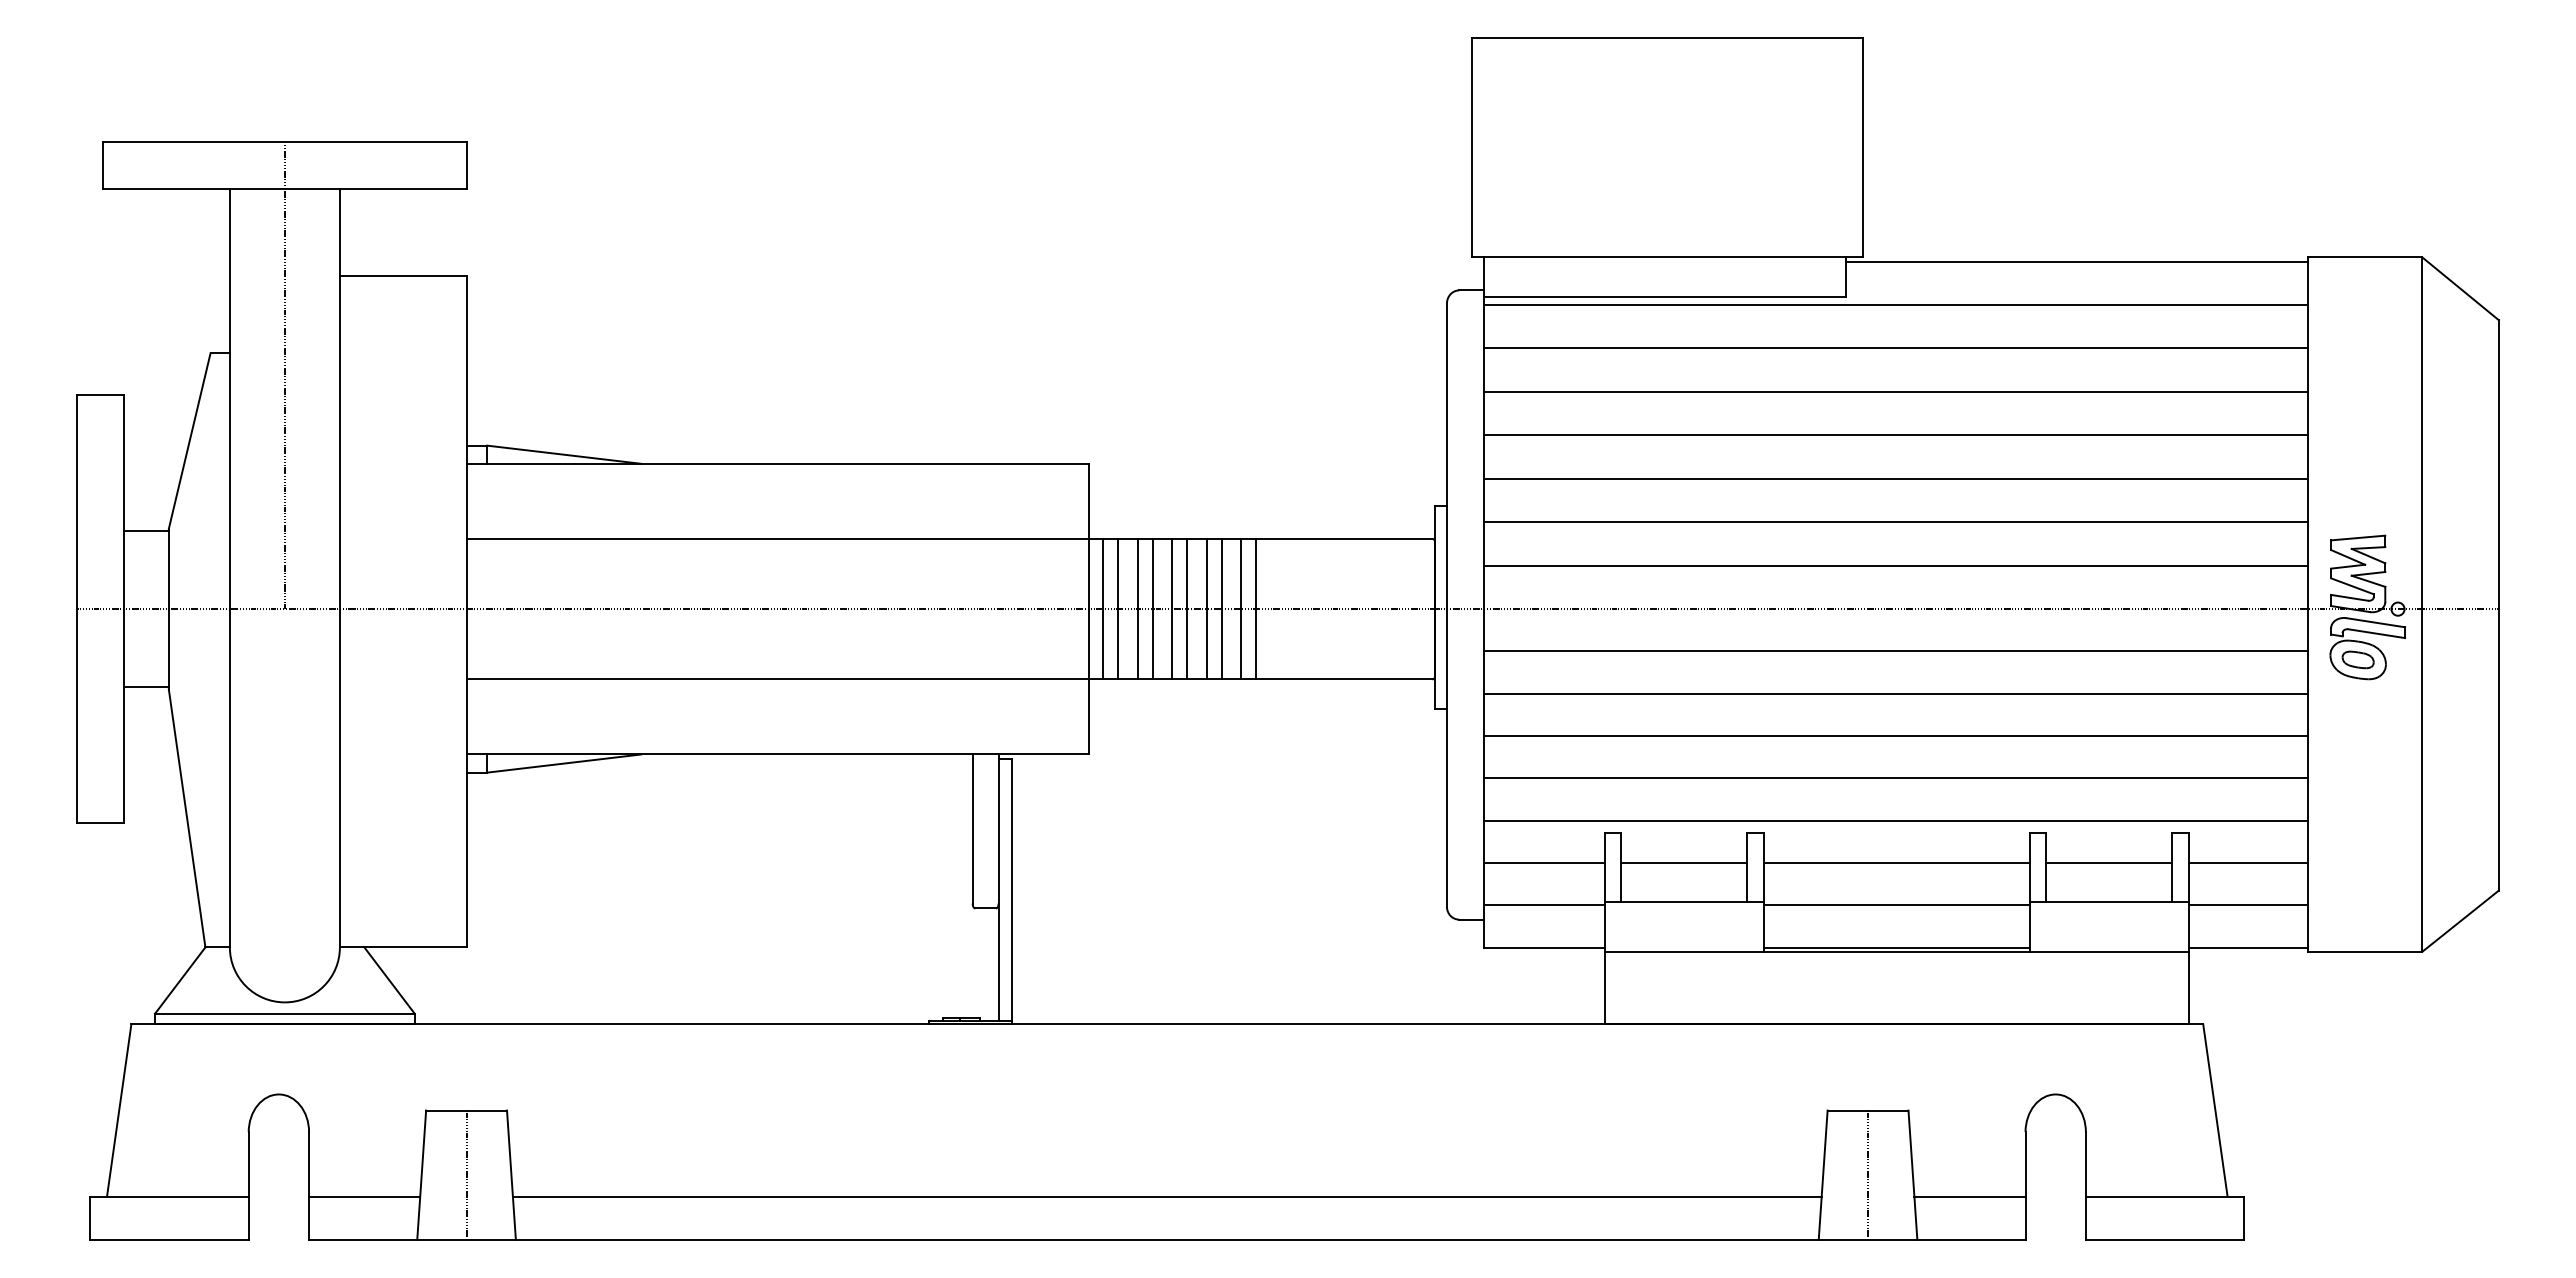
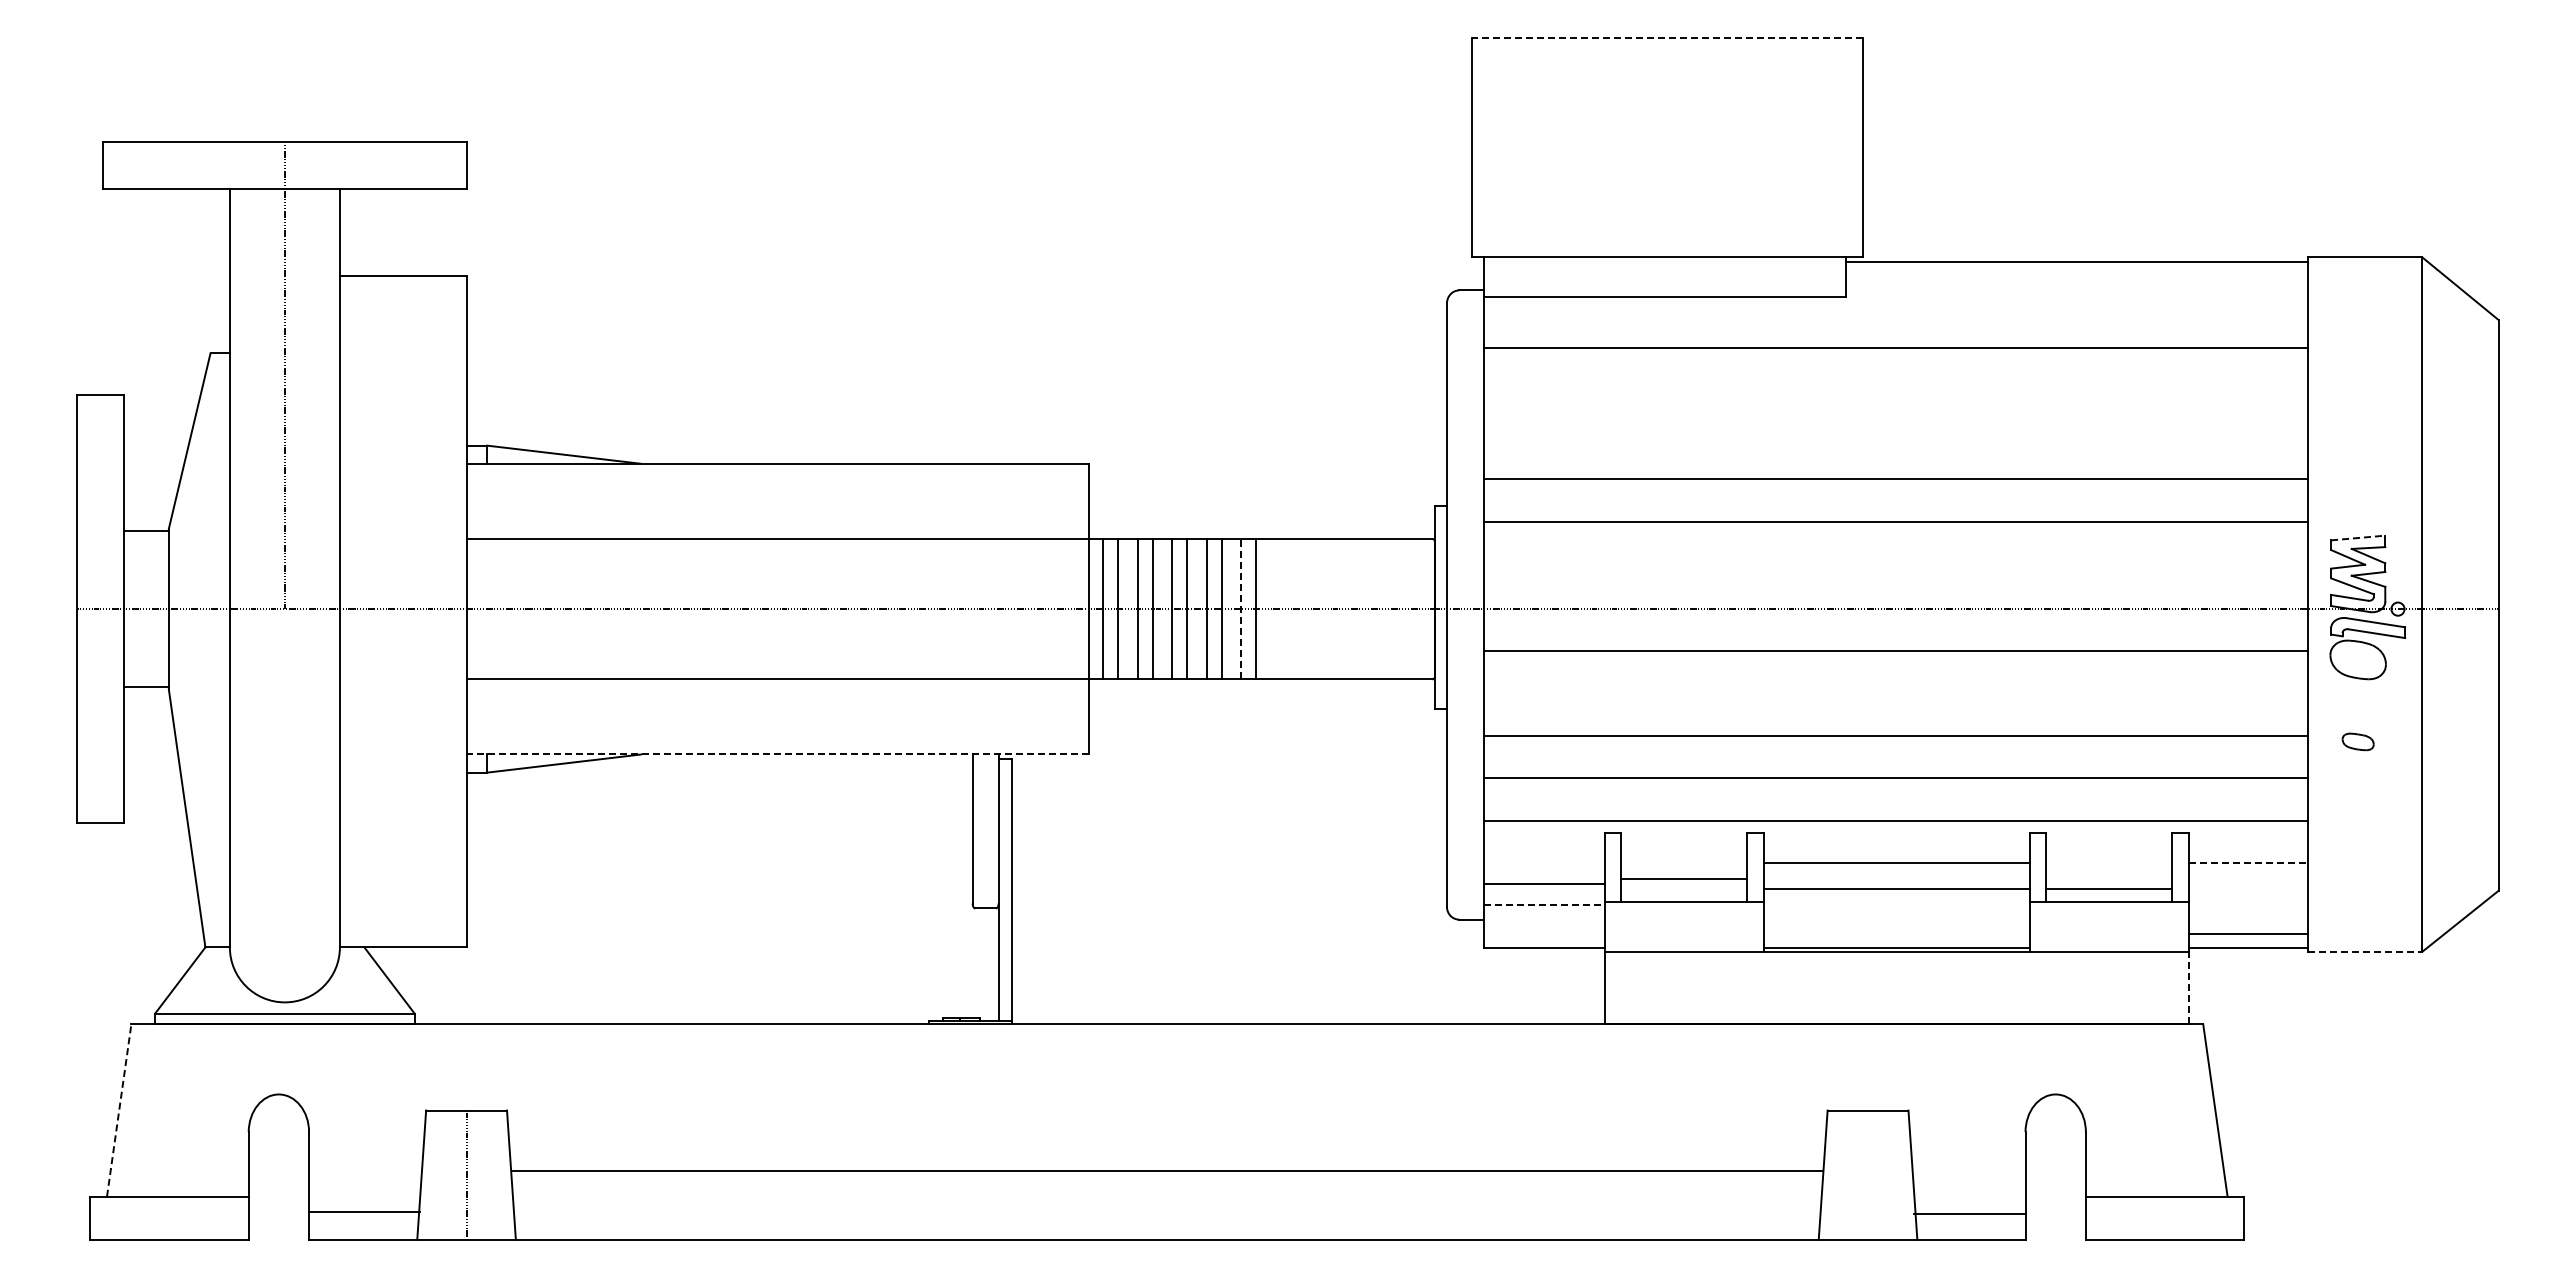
line at (1666, 38): solid -> dashed
line at (1895, 305): present -> none
line at (1895, 391): present -> none
line at (1895, 435): present -> none
line at (2358, 537): solid -> dashed
line at (1895, 565): present -> none
line at (1241, 608): solid -> dashed
part at (2357, 659) position: (2357, 659) -> (2357, 741)
line at (1895, 693): present -> none
line at (777, 754): solid -> dashed
line at (1543, 863) position: (1543, 863) -> (1543, 884)
line at (1683, 863) position: (1683, 863) -> (1683, 879)
line at (2108, 863) position: (2108, 863) -> (2108, 889)
line at (2248, 863): solid -> dashed
line at (1544, 905): solid -> dashed
line at (1896, 905) position: (1896, 905) -> (1896, 889)
line at (2247, 905) position: (2247, 905) -> (2247, 934)
line at (2365, 951): solid -> dashed
line at (2188, 987): solid -> dashed
line at (119, 1110): solid -> dashed
line at (1868, 1174): present -> none
line at (364, 1196) position: (364, 1196) -> (364, 1211)
line at (1166, 1196) position: (1166, 1196) -> (1166, 1170)
line at (1969, 1196) position: (1969, 1196) -> (1969, 1213)
